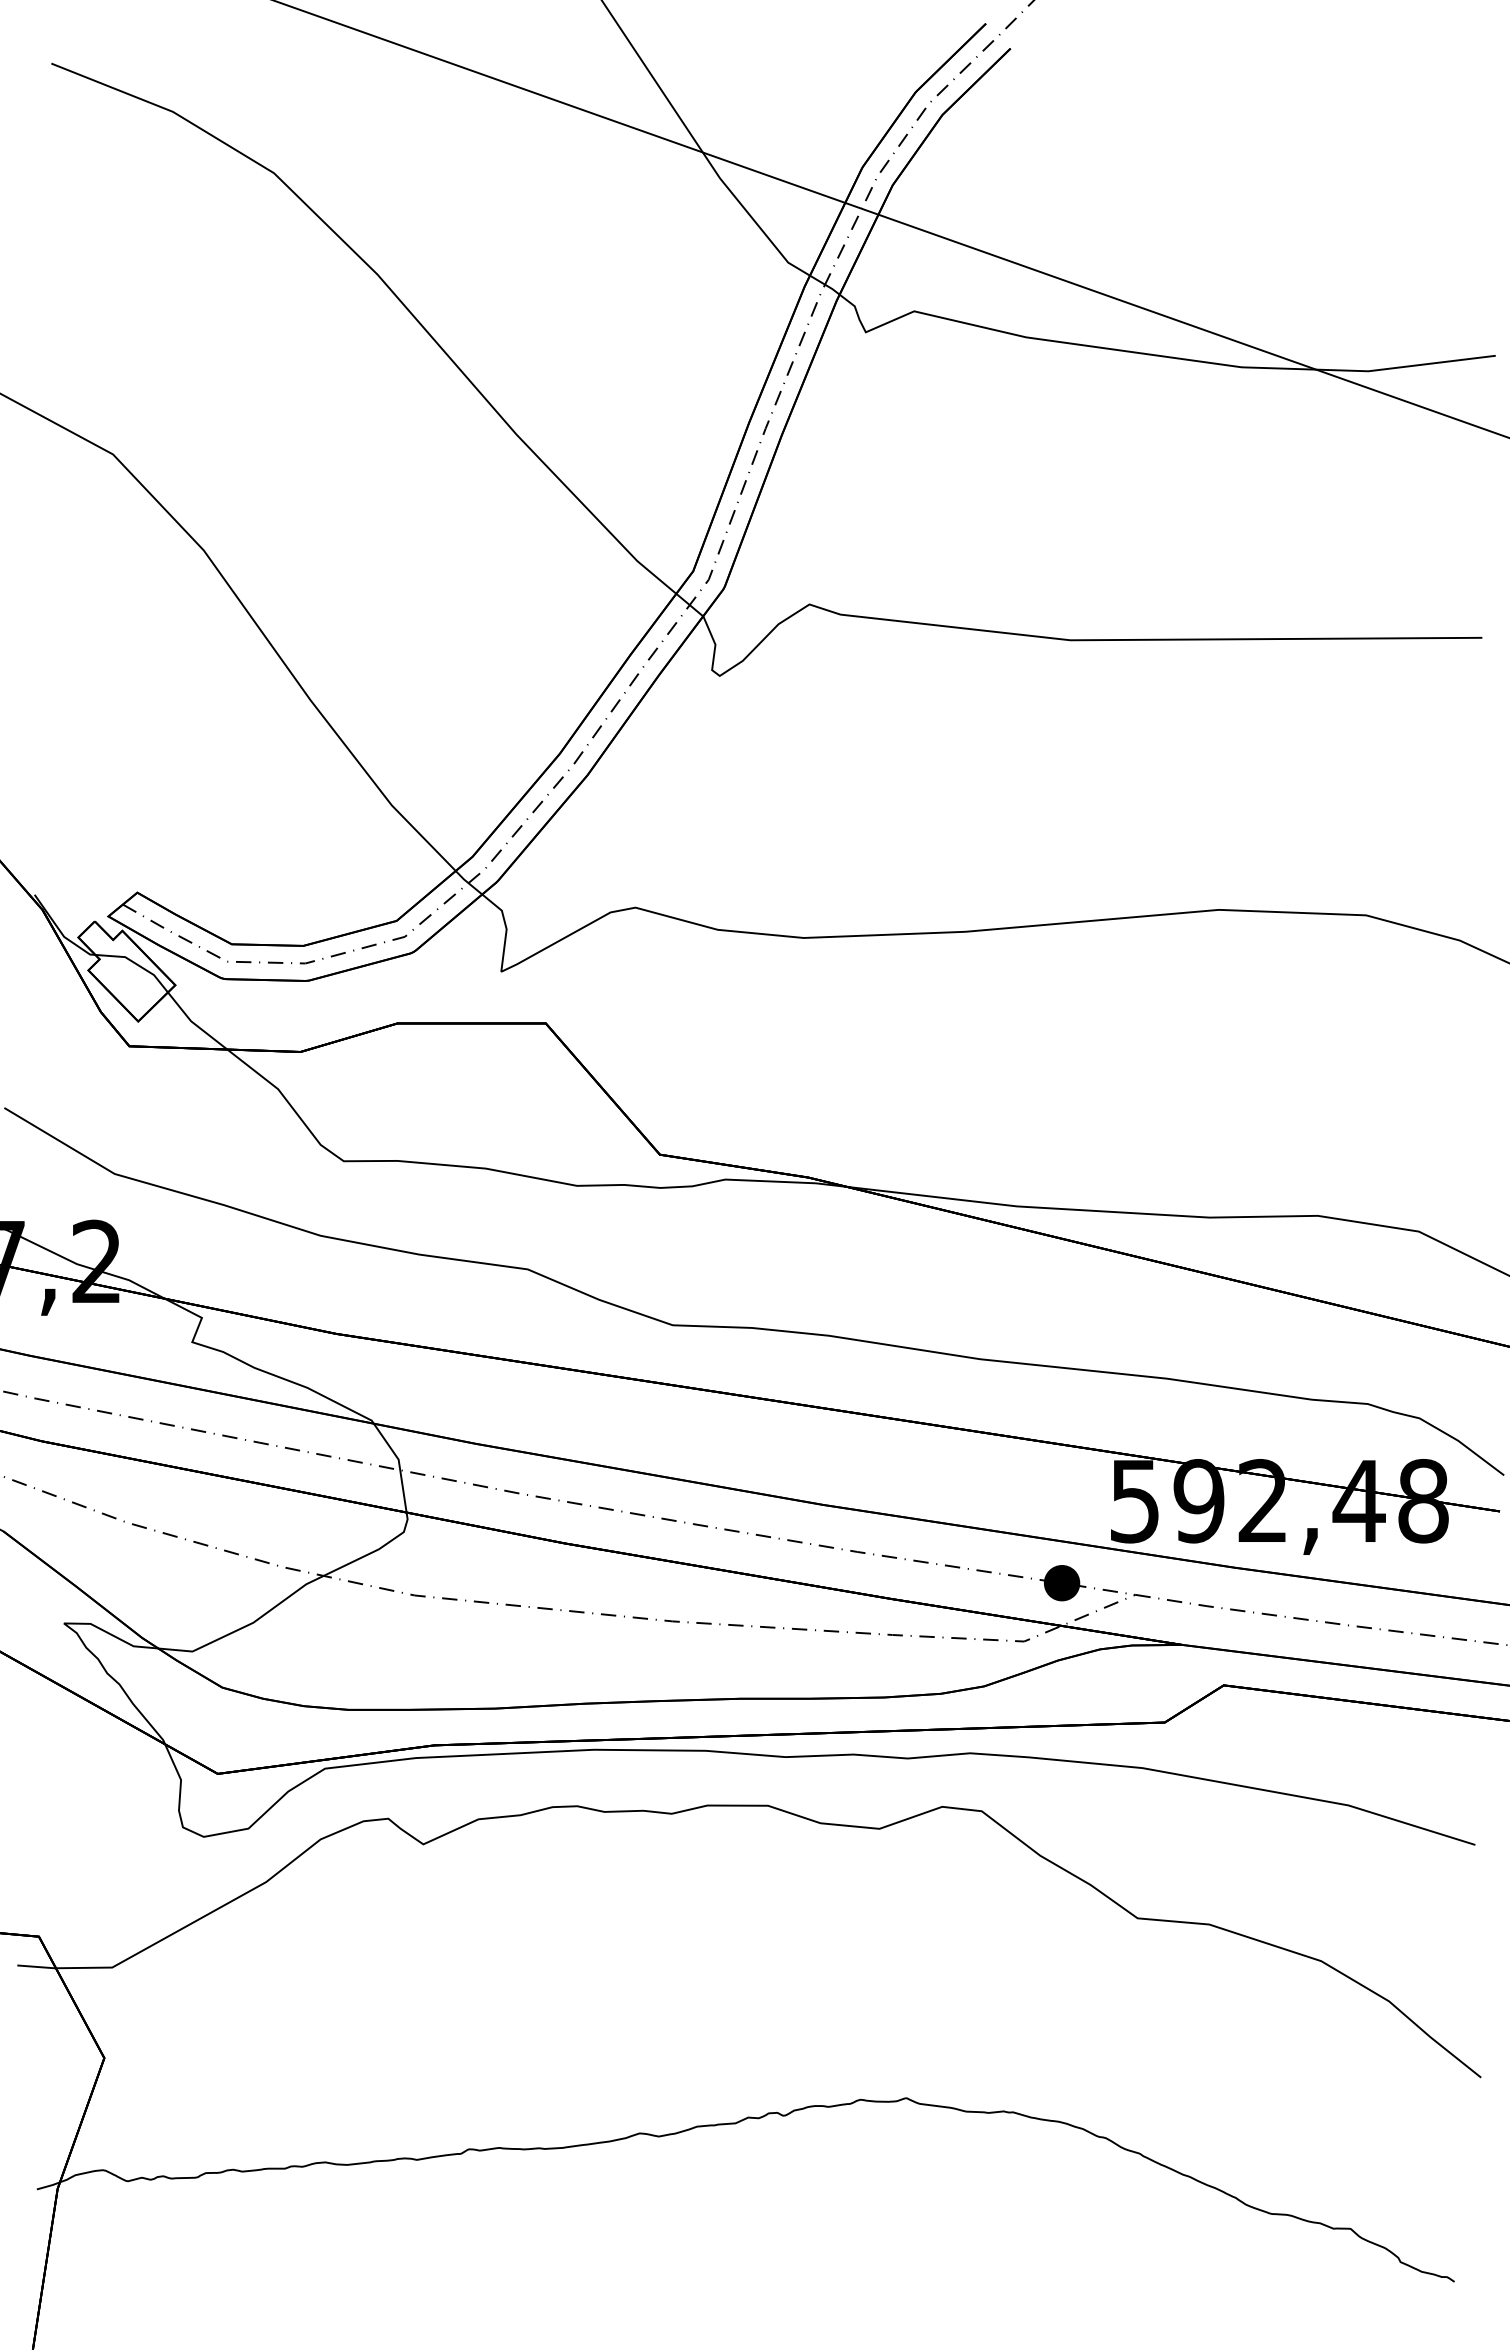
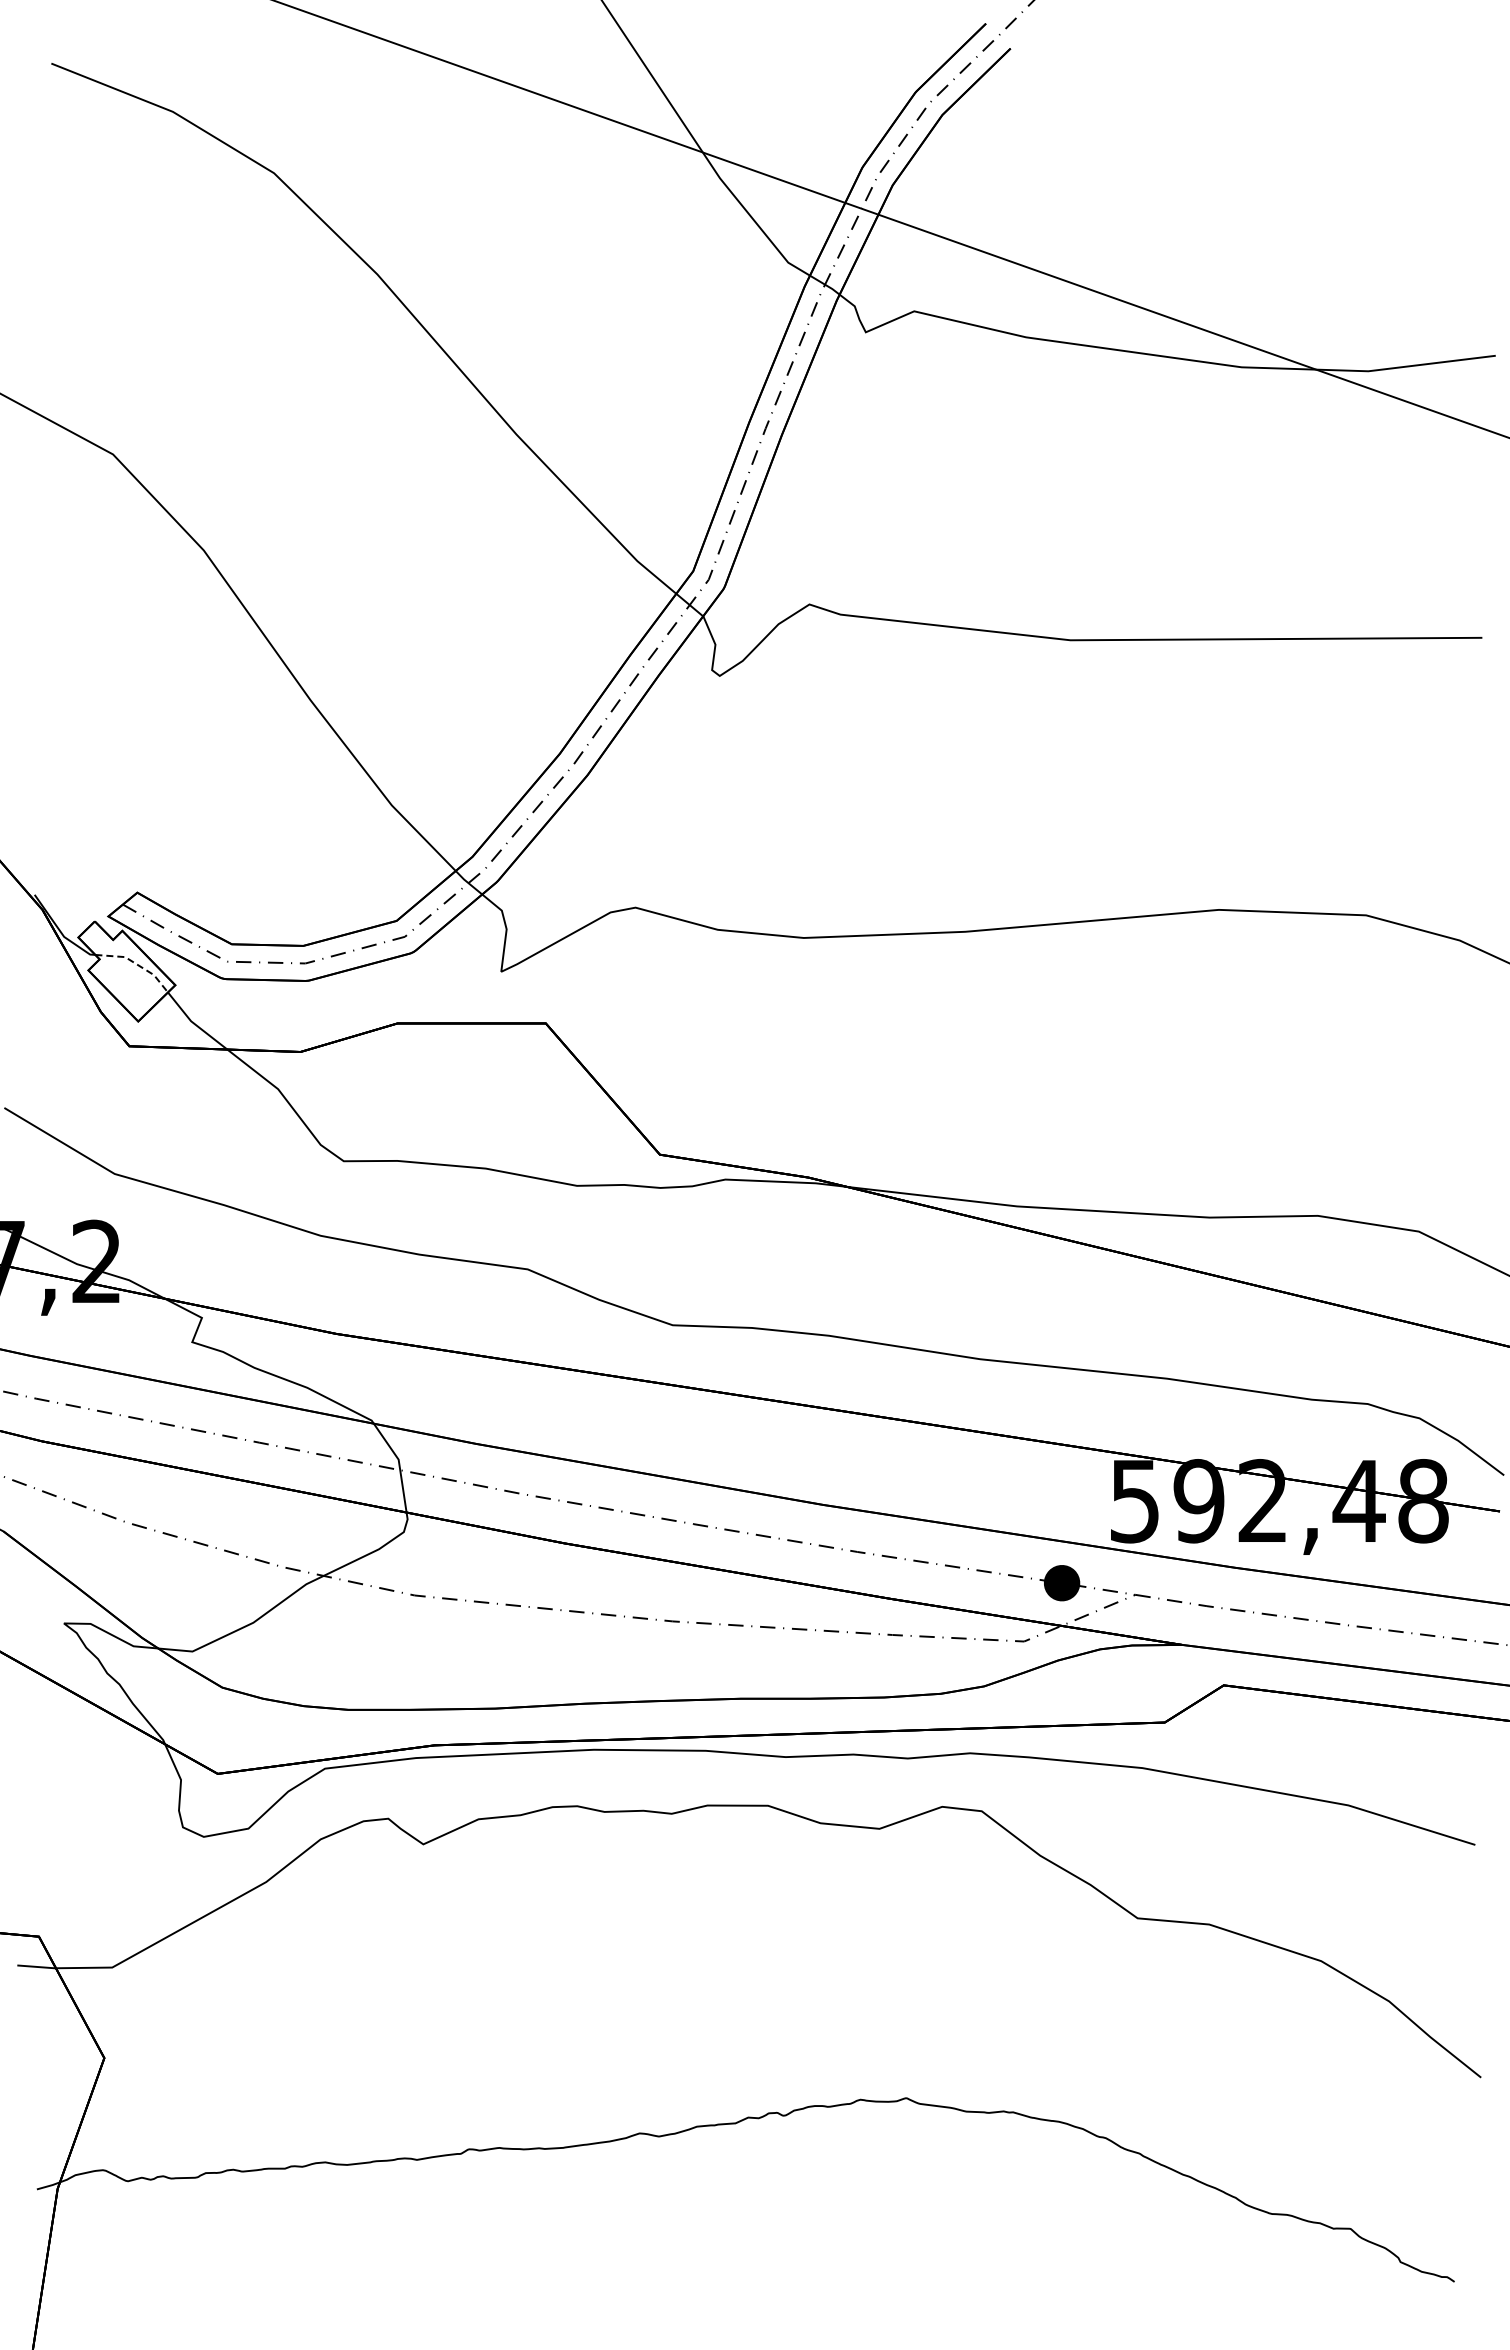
line at (137, 964): solid -> dashed
